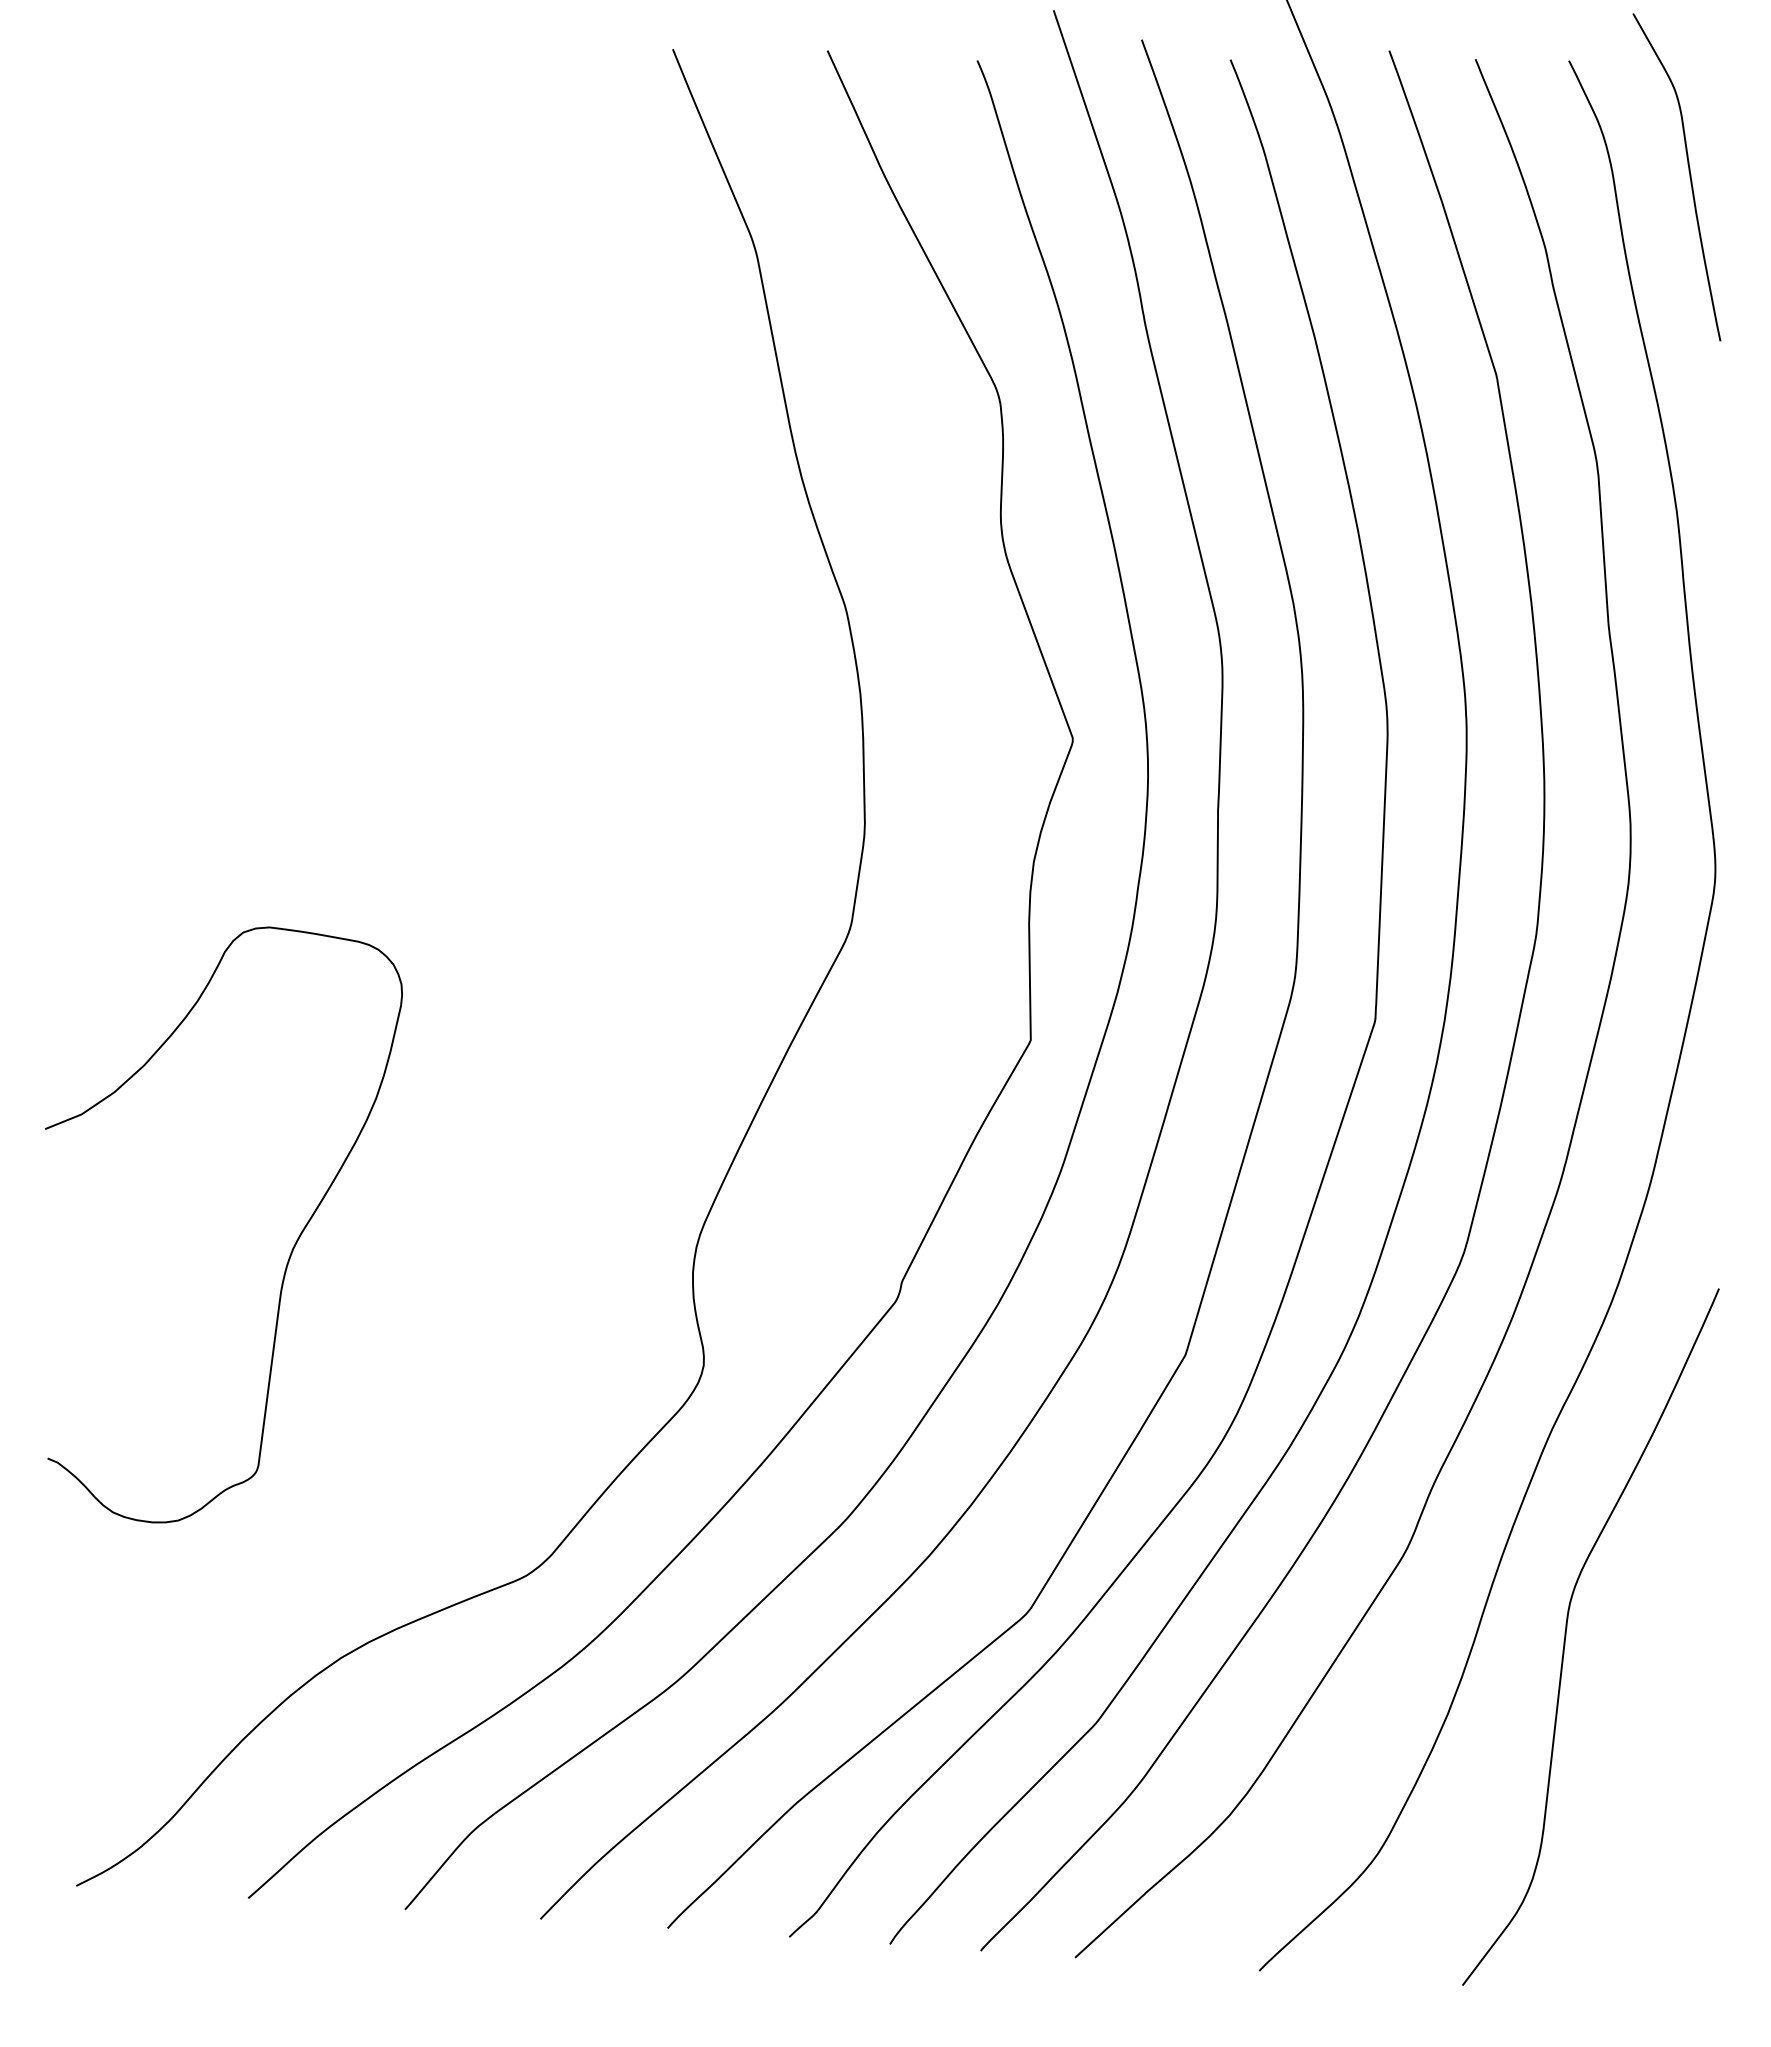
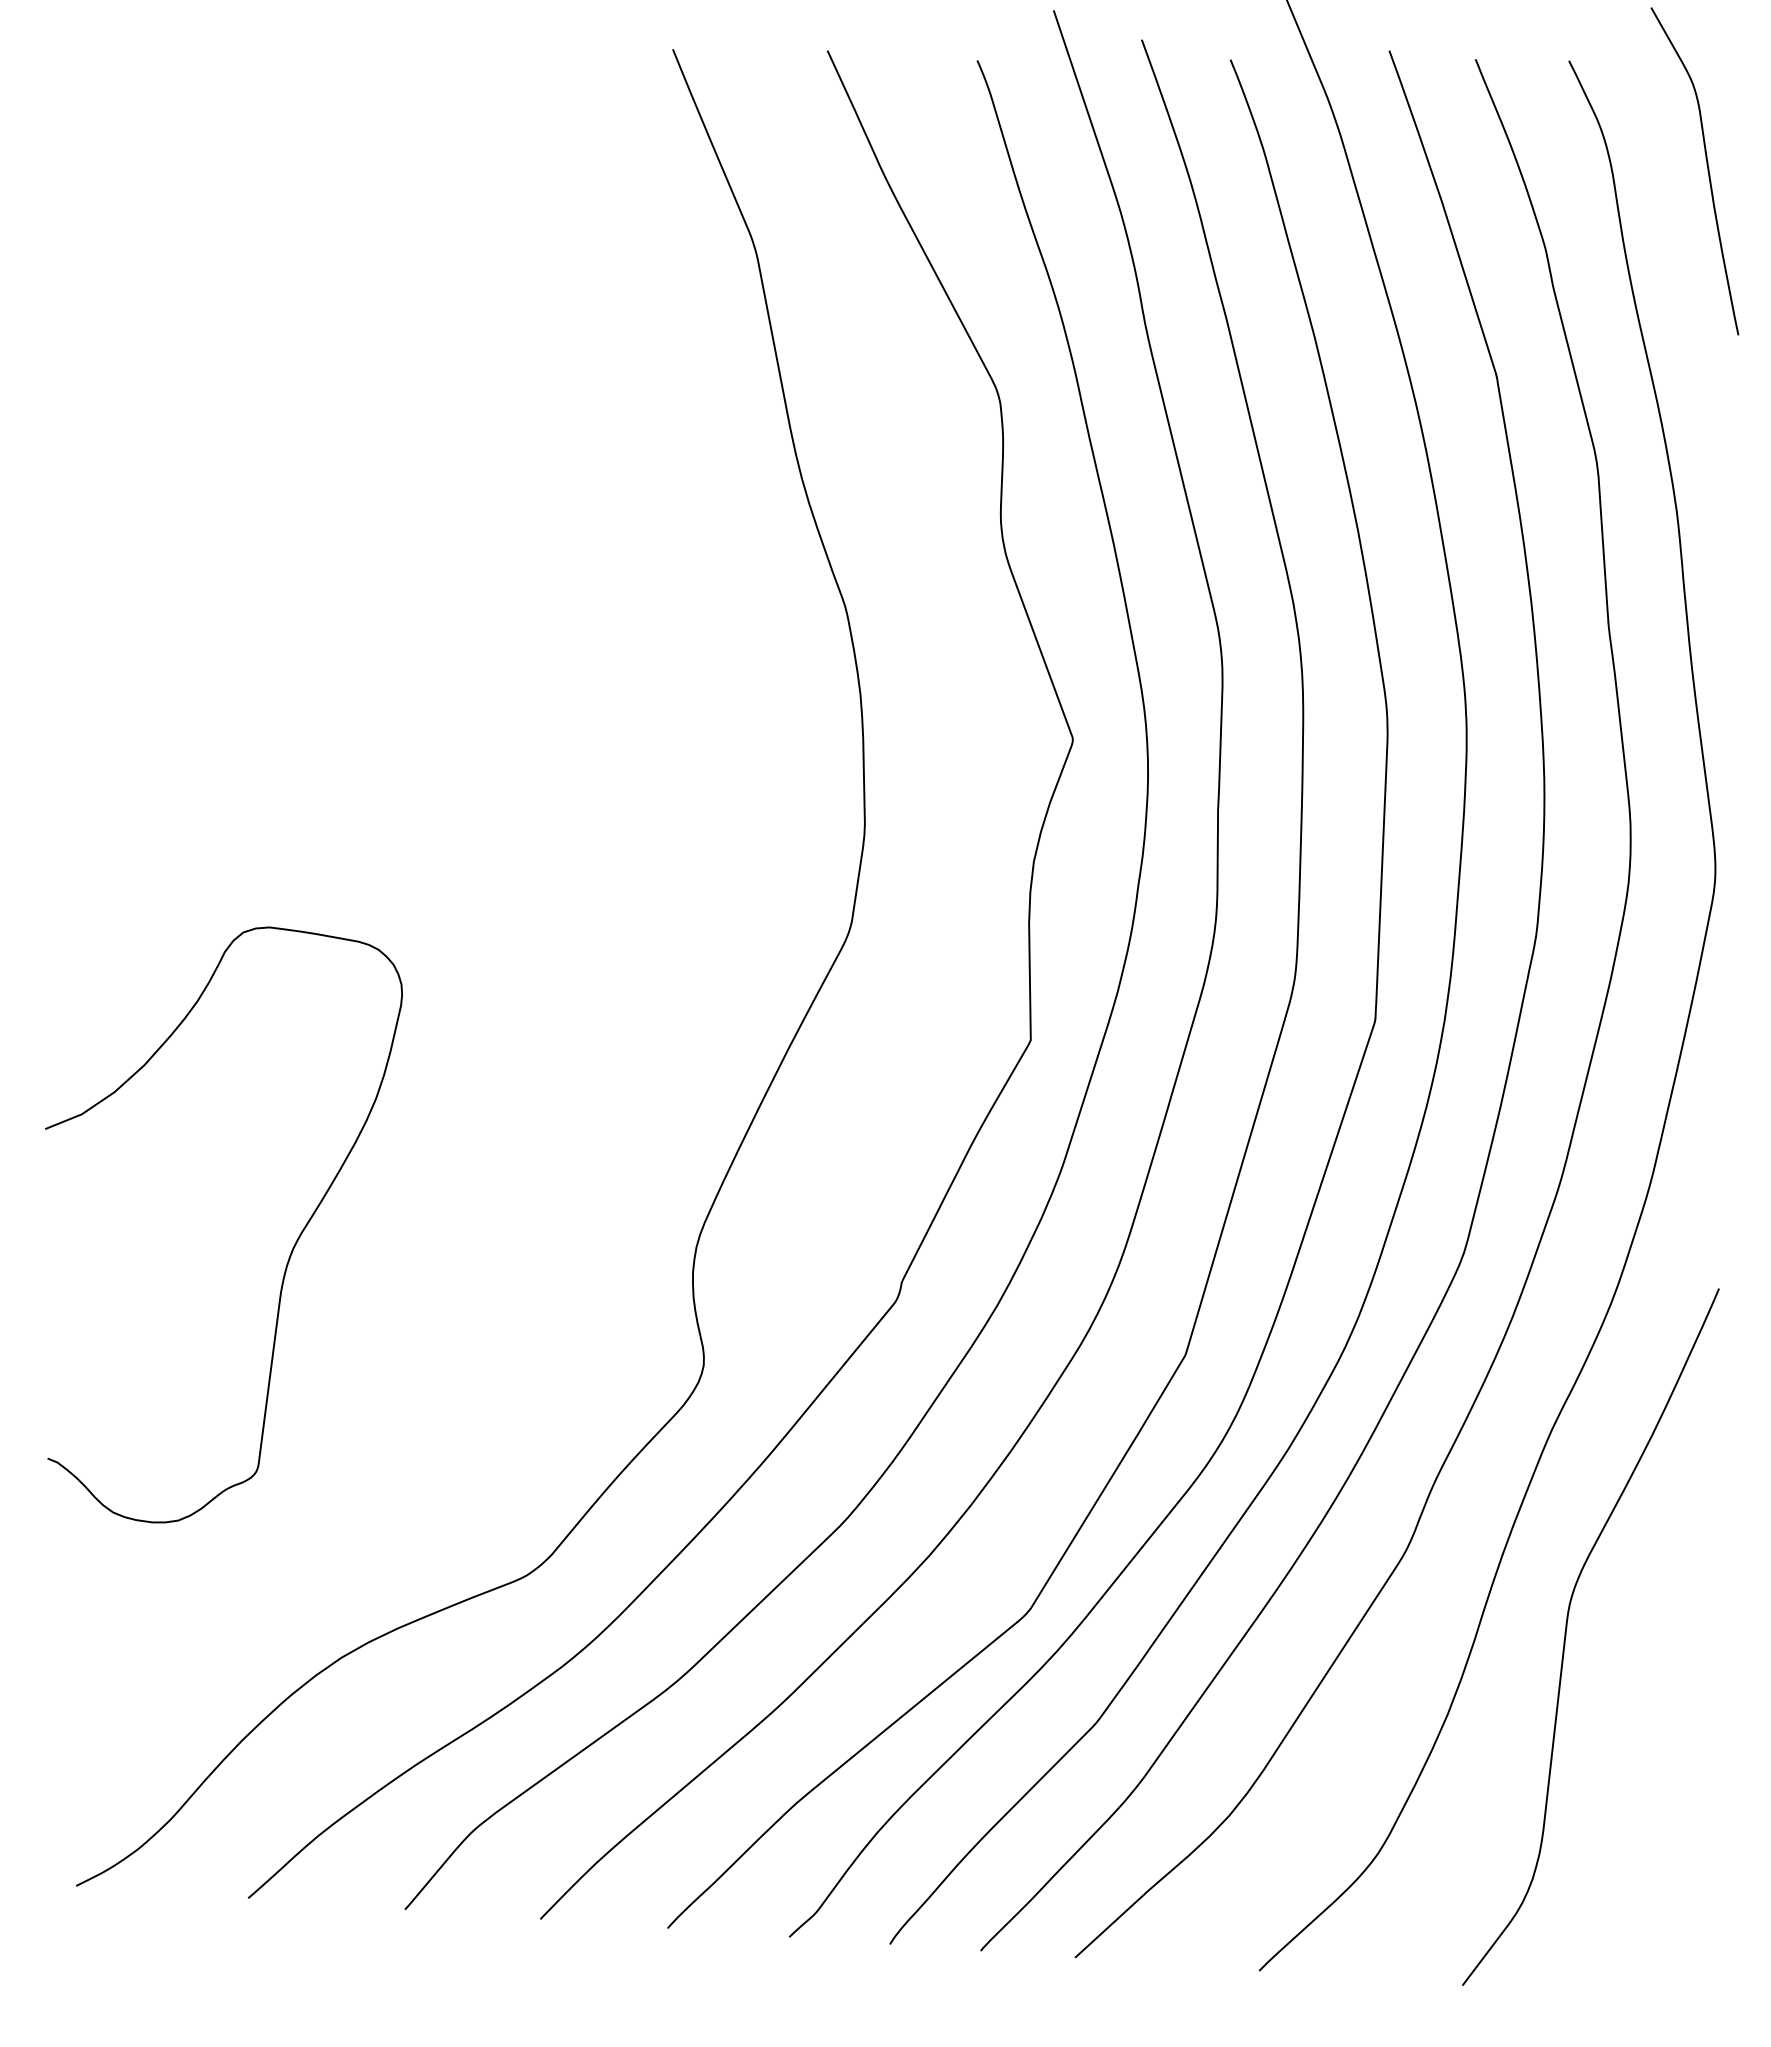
curve at (1689, 177) position: (1689, 177) -> (1707, 171)
